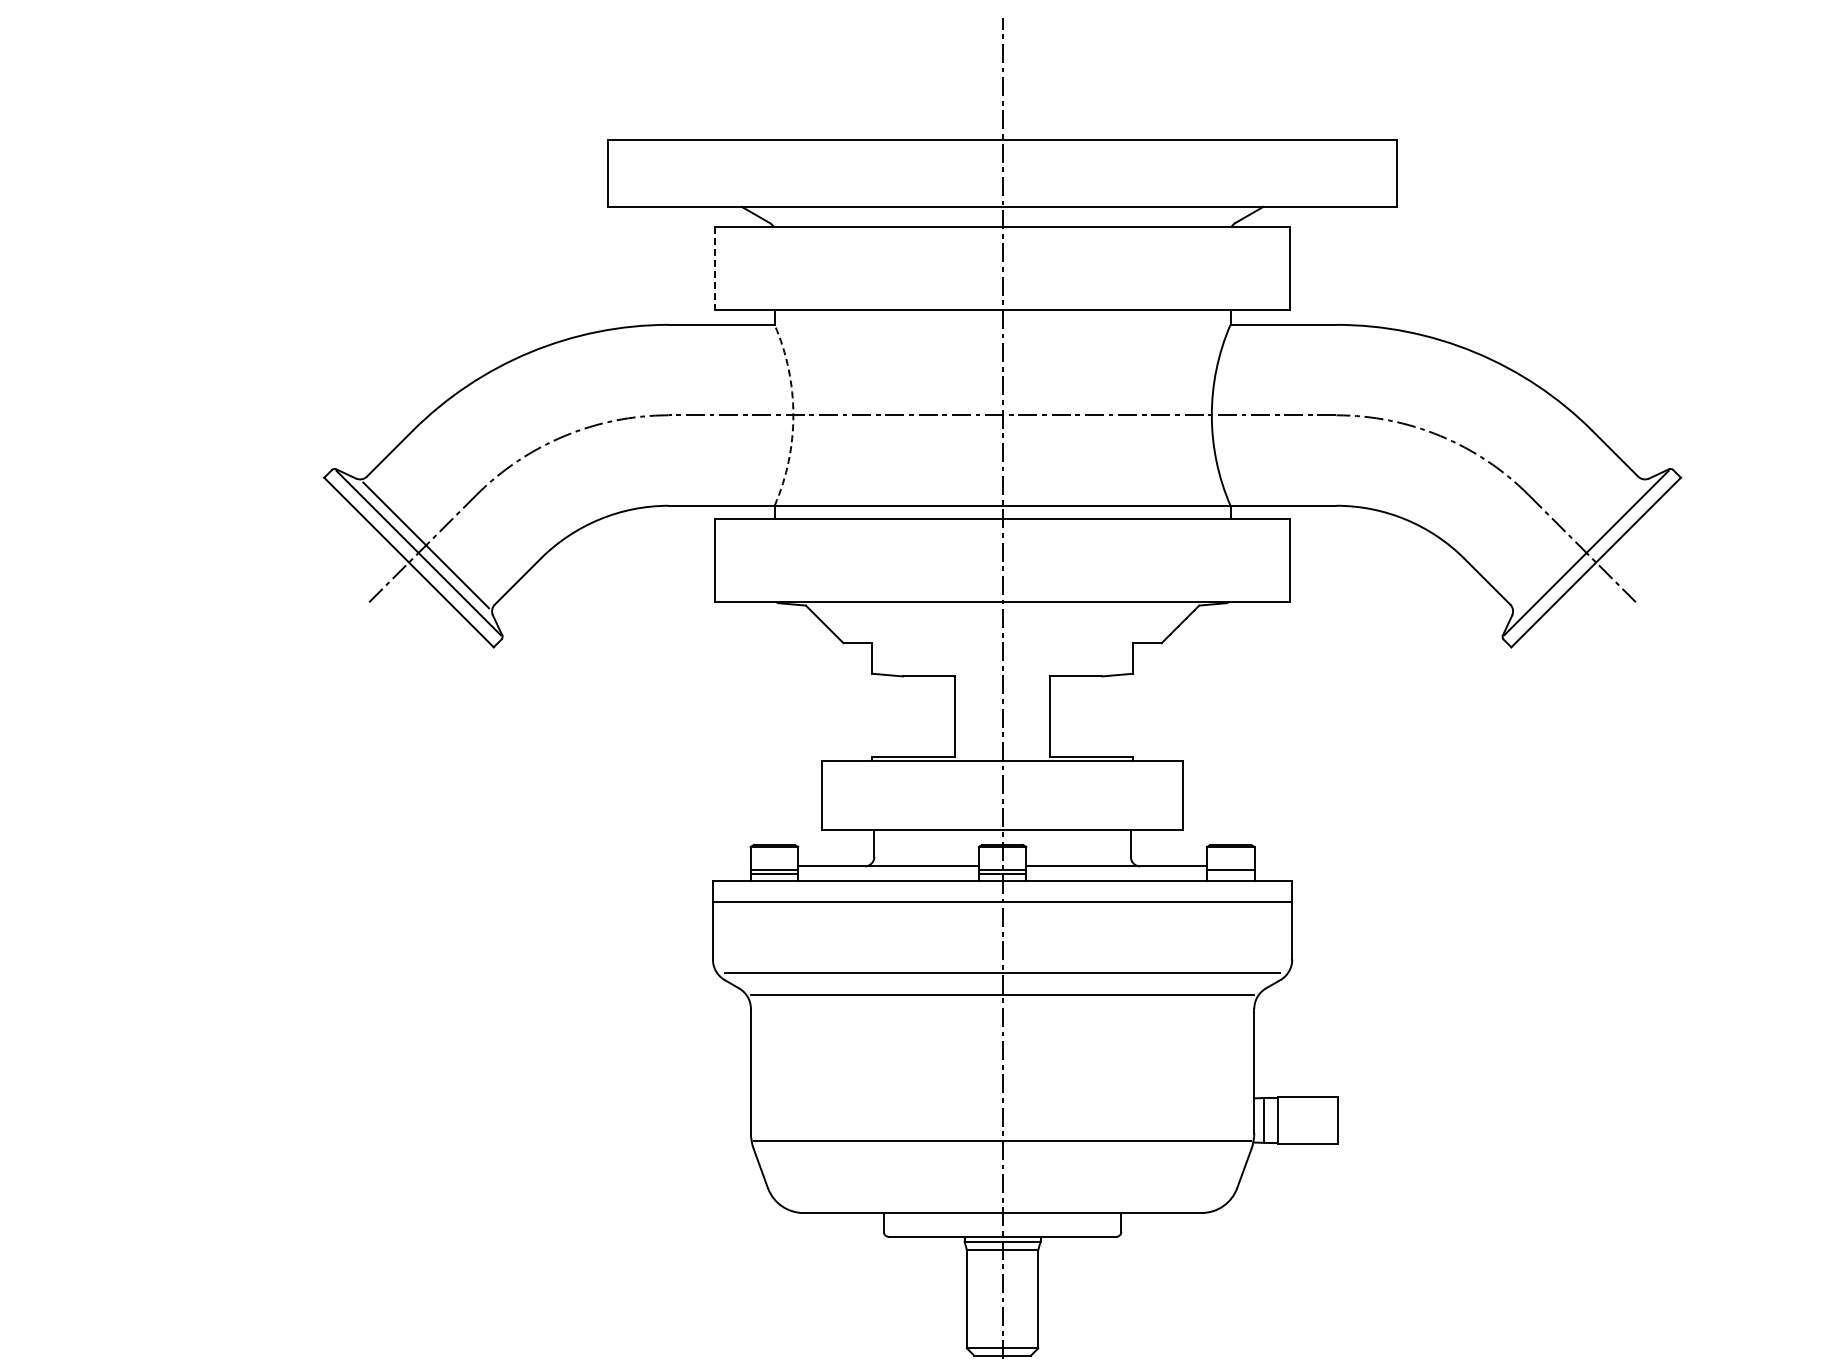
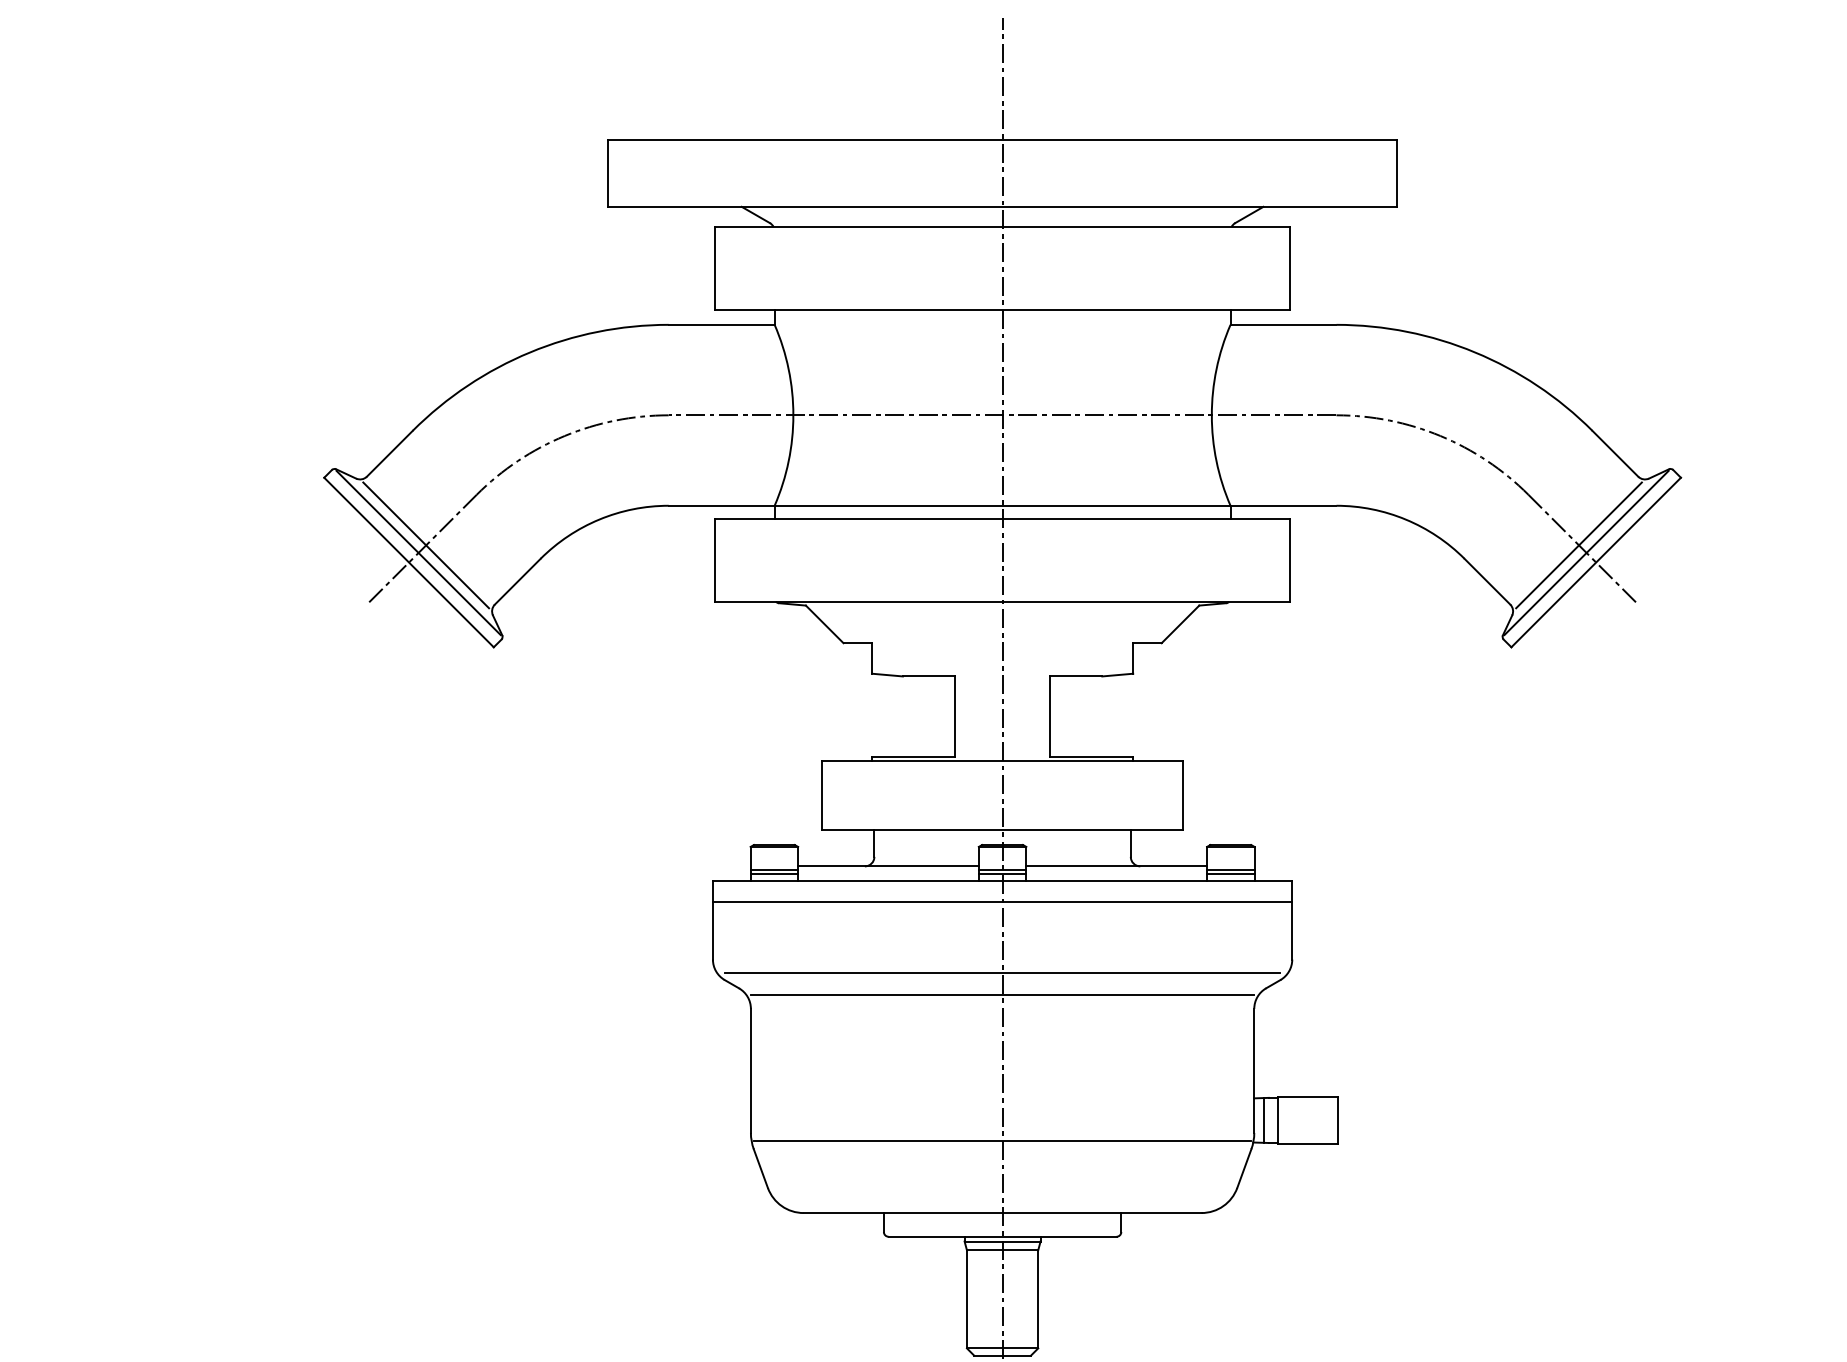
line at (715, 268): dashed -> solid
arc at (793, 415): dashed -> solid
line at (1578, 545): none -> present
line at (1230, 873): none -> present
